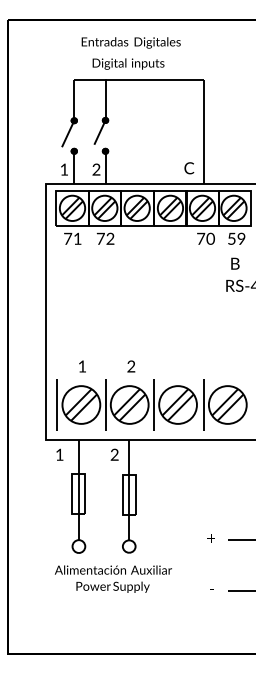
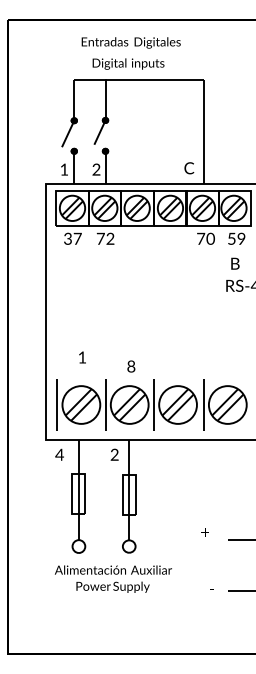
text at (72, 238): 71 -> 37
text at (82, 366) position: (82, 366) -> (82, 357)
text at (131, 366): 2 -> 8
text at (59, 454): 1 -> 4
text at (210, 538) position: (210, 538) -> (204, 532)
